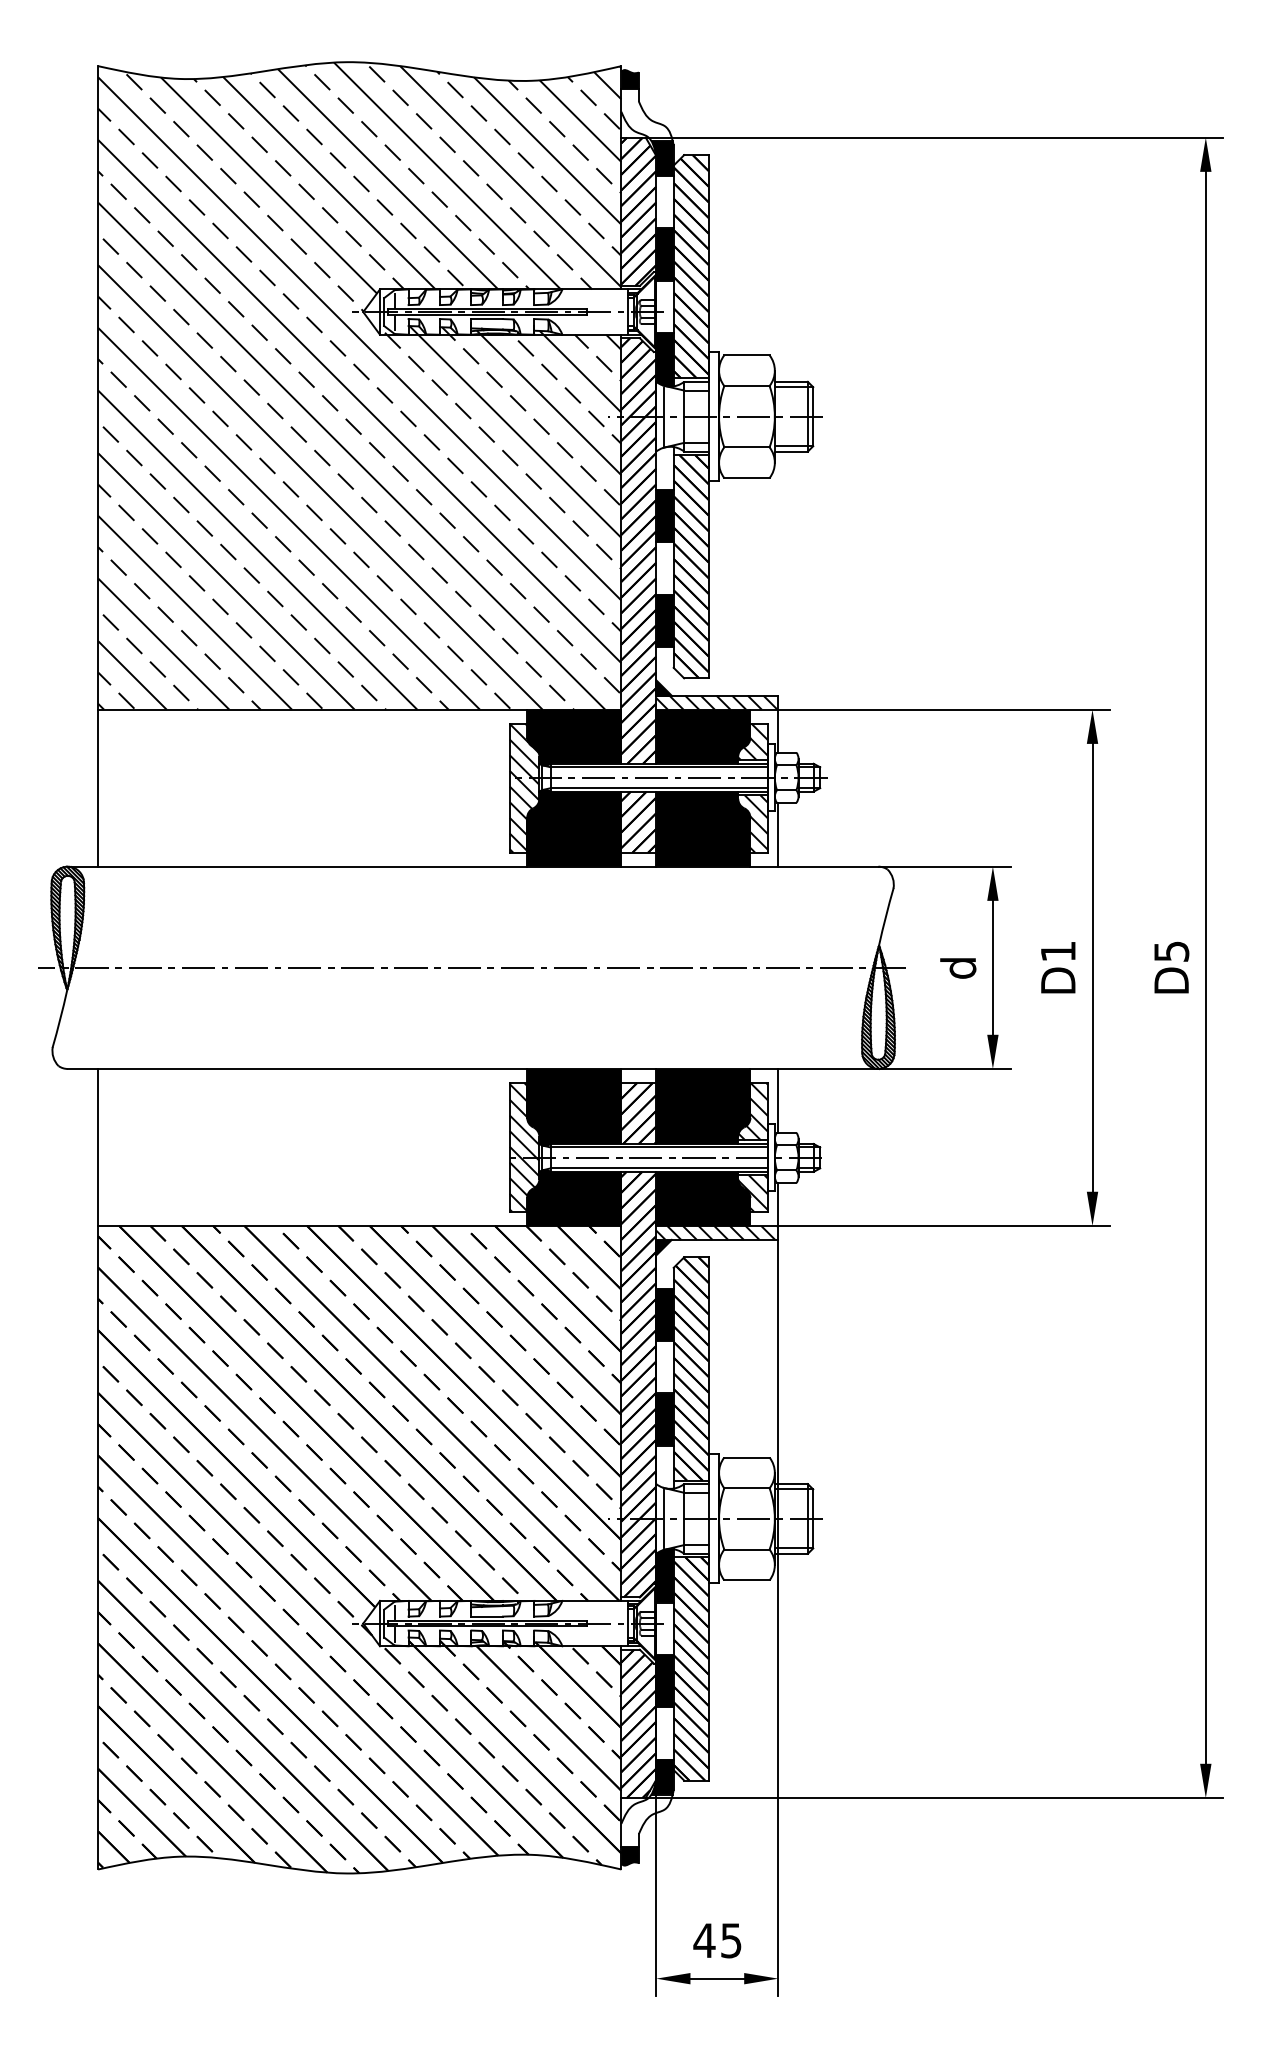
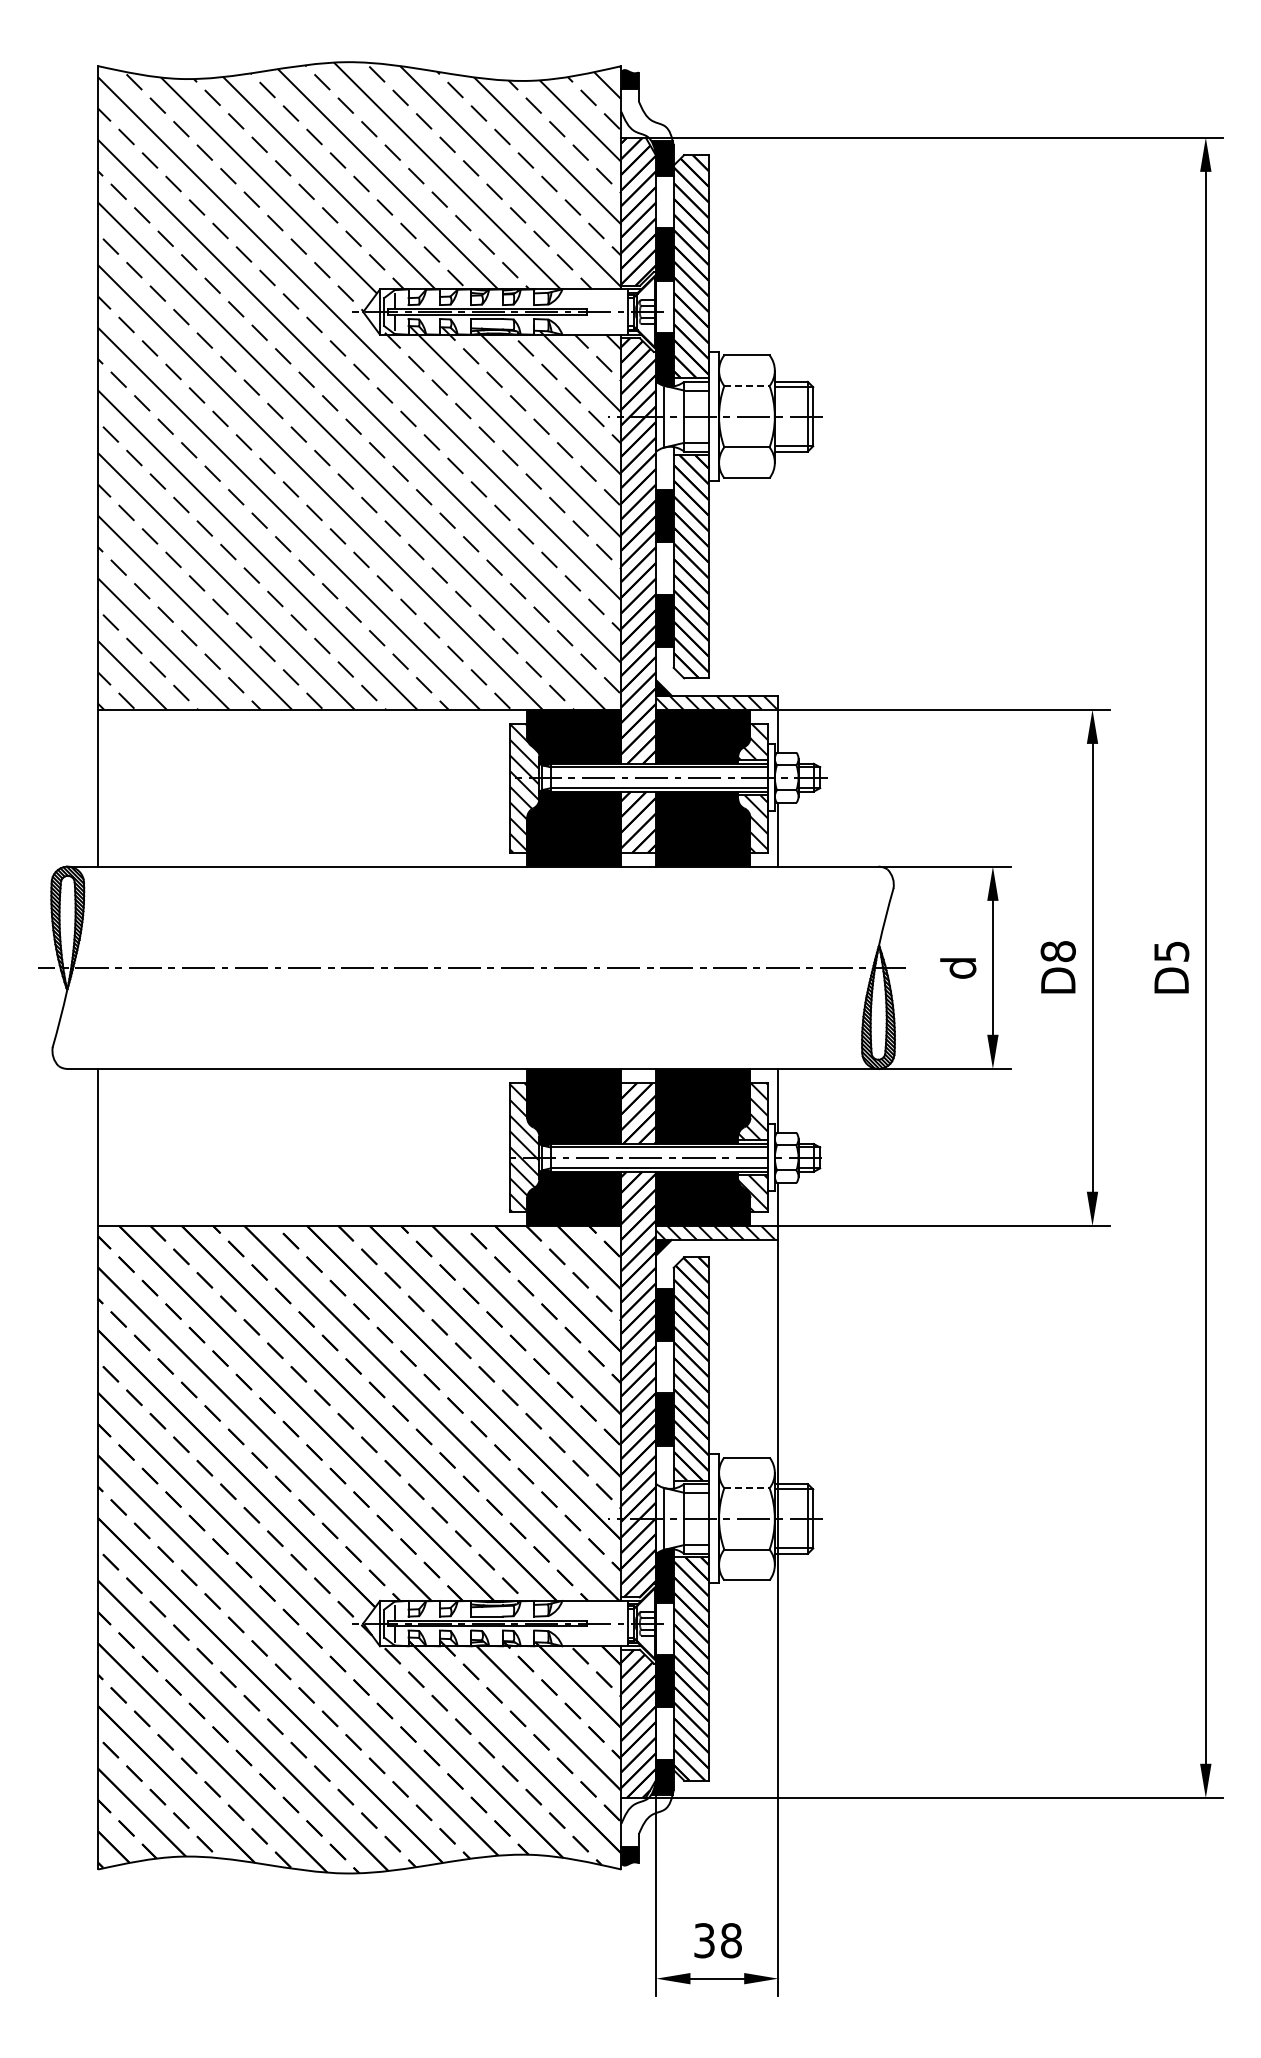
line at (746, 386): solid -> dashed
text at (1057, 951): D1 -> D8
line at (746, 1488): solid -> dashed
text at (717, 1940): 45 -> 38
